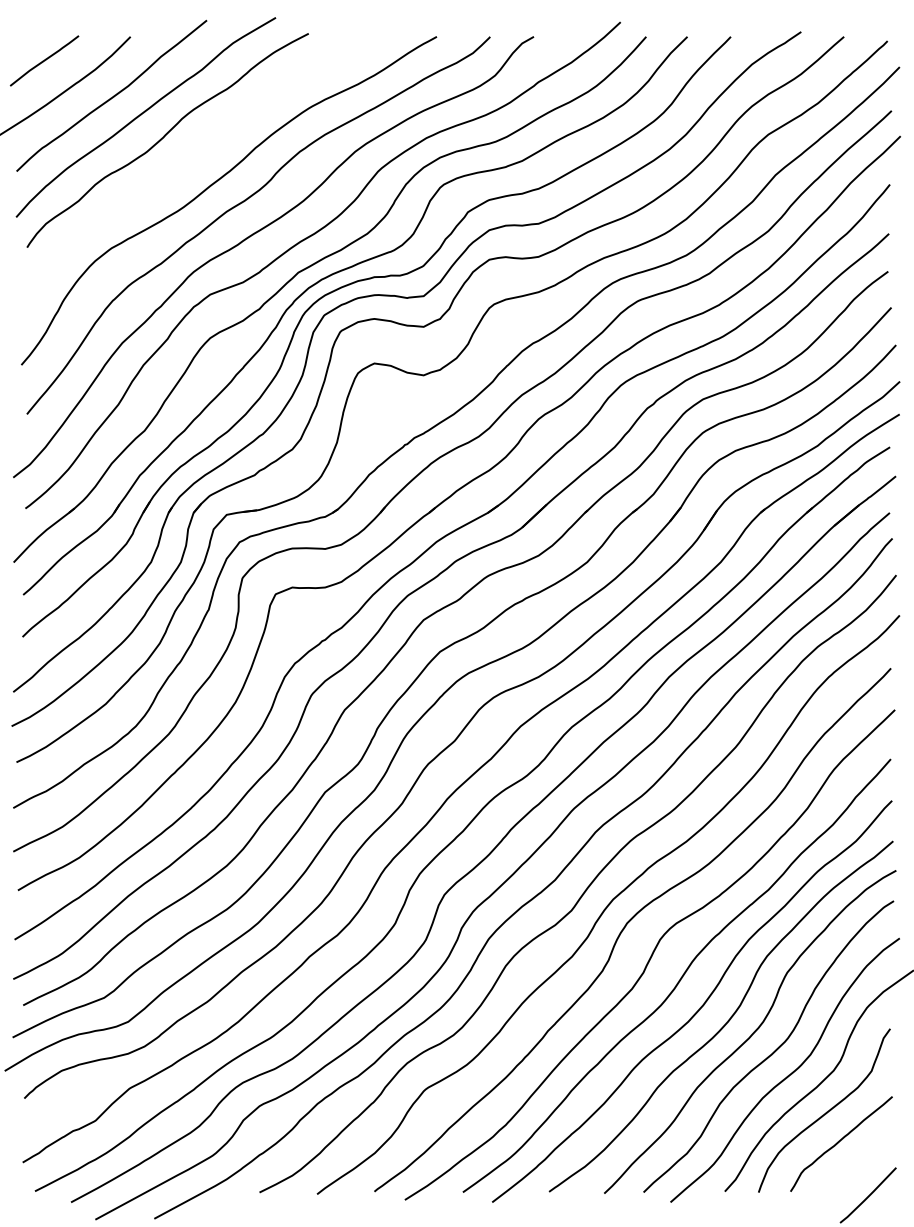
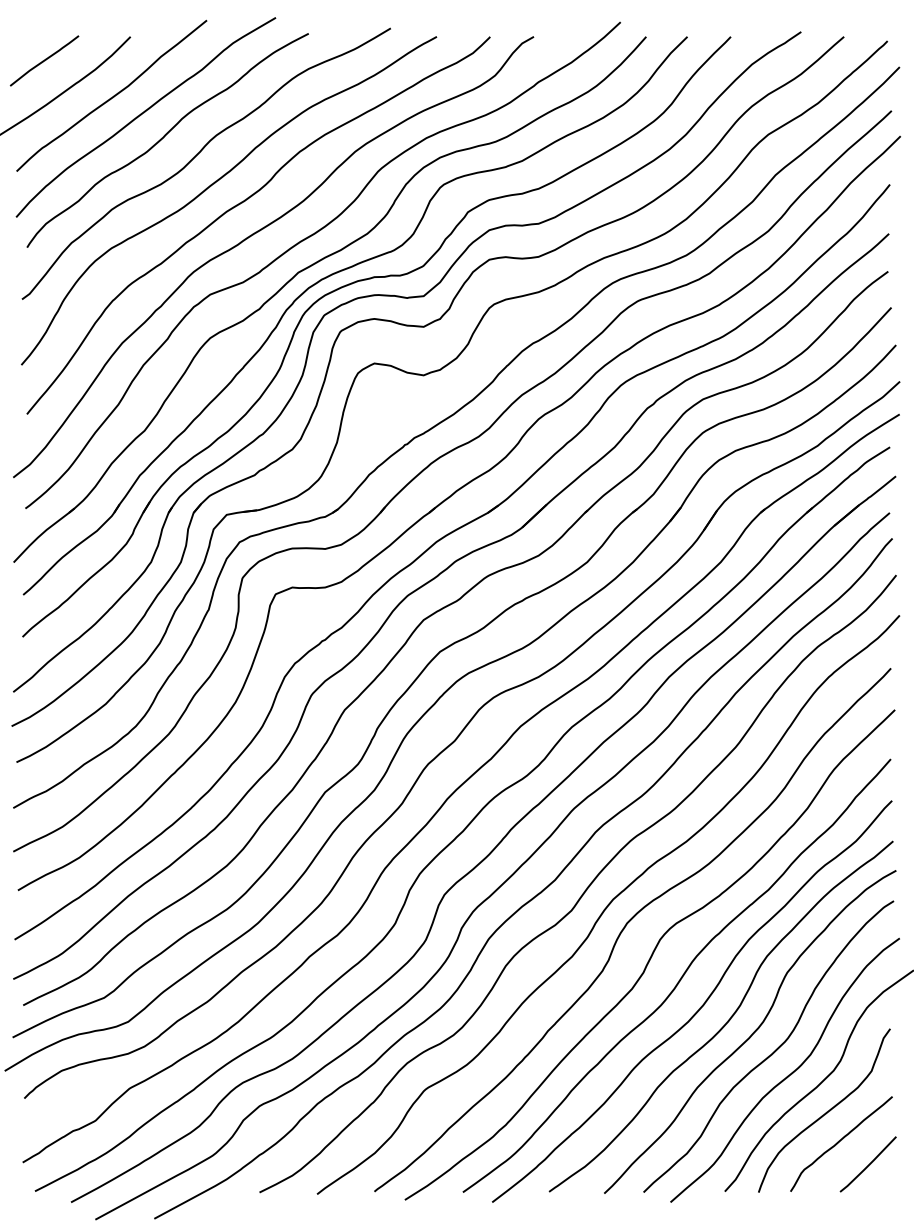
curve at (197, 155): none -> present
line at (868, 1195) position: (868, 1195) -> (868, 1164)
